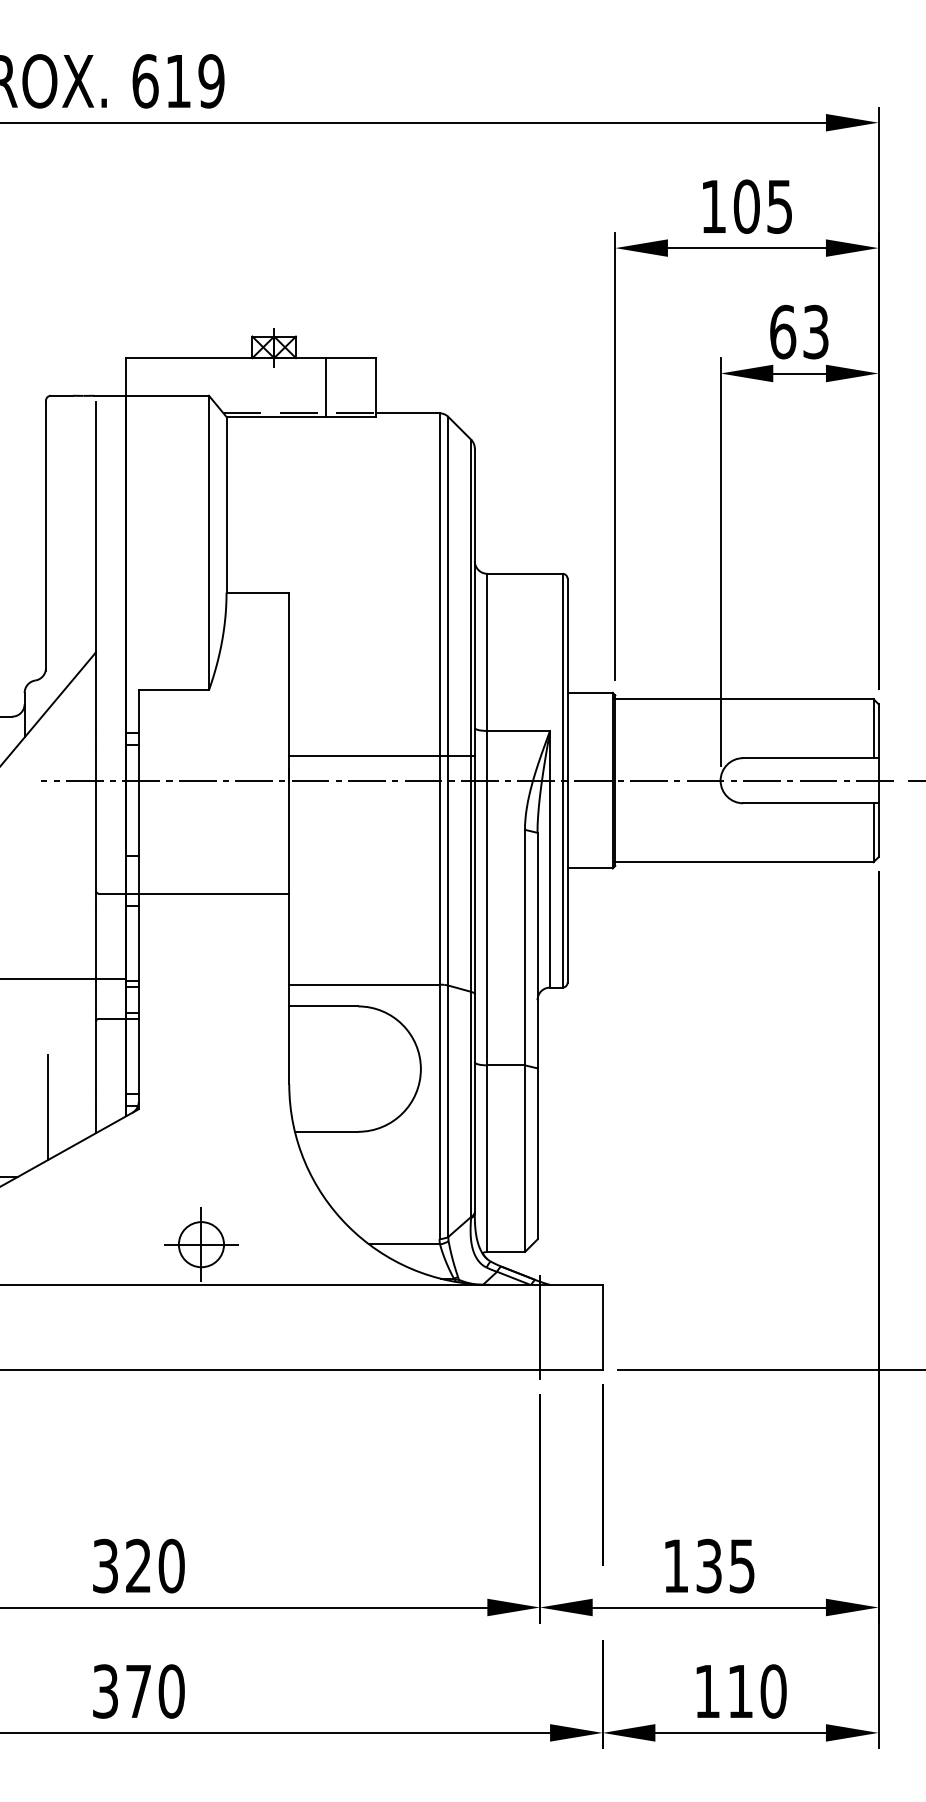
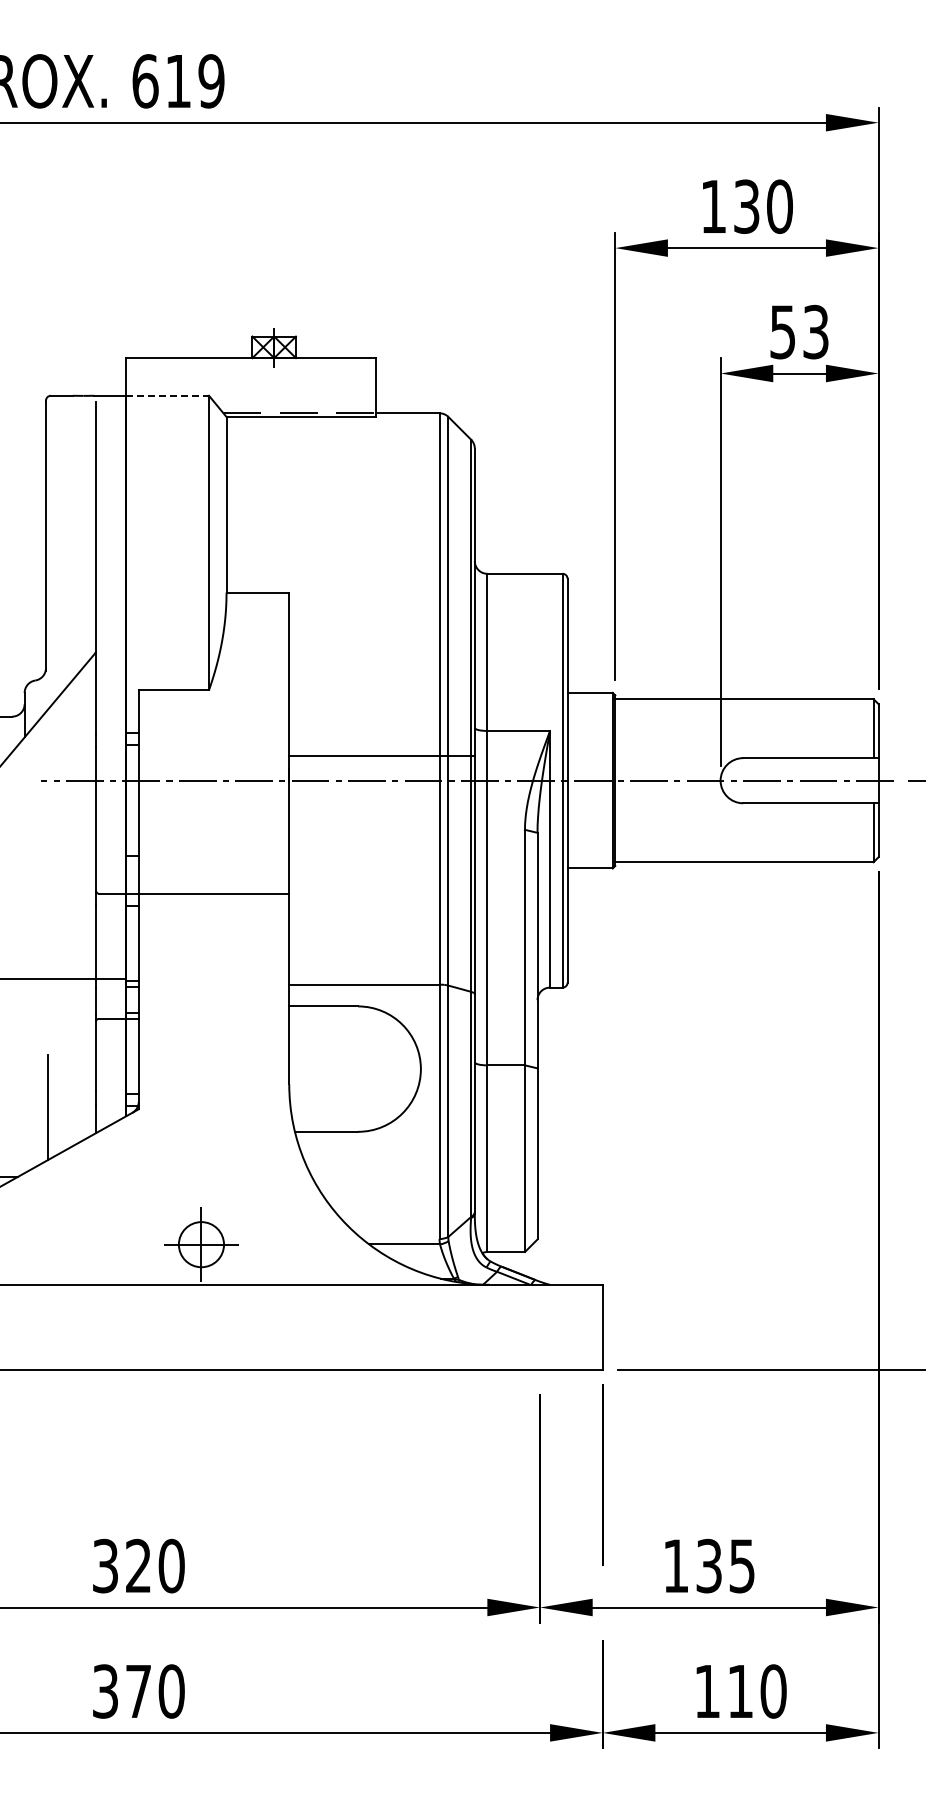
text at (763, 206): 105 -> 130
text at (783, 331): 63 -> 53
line at (325, 387): present -> none
line at (168, 395): solid -> dashed
line at (540, 1327): present -> none
